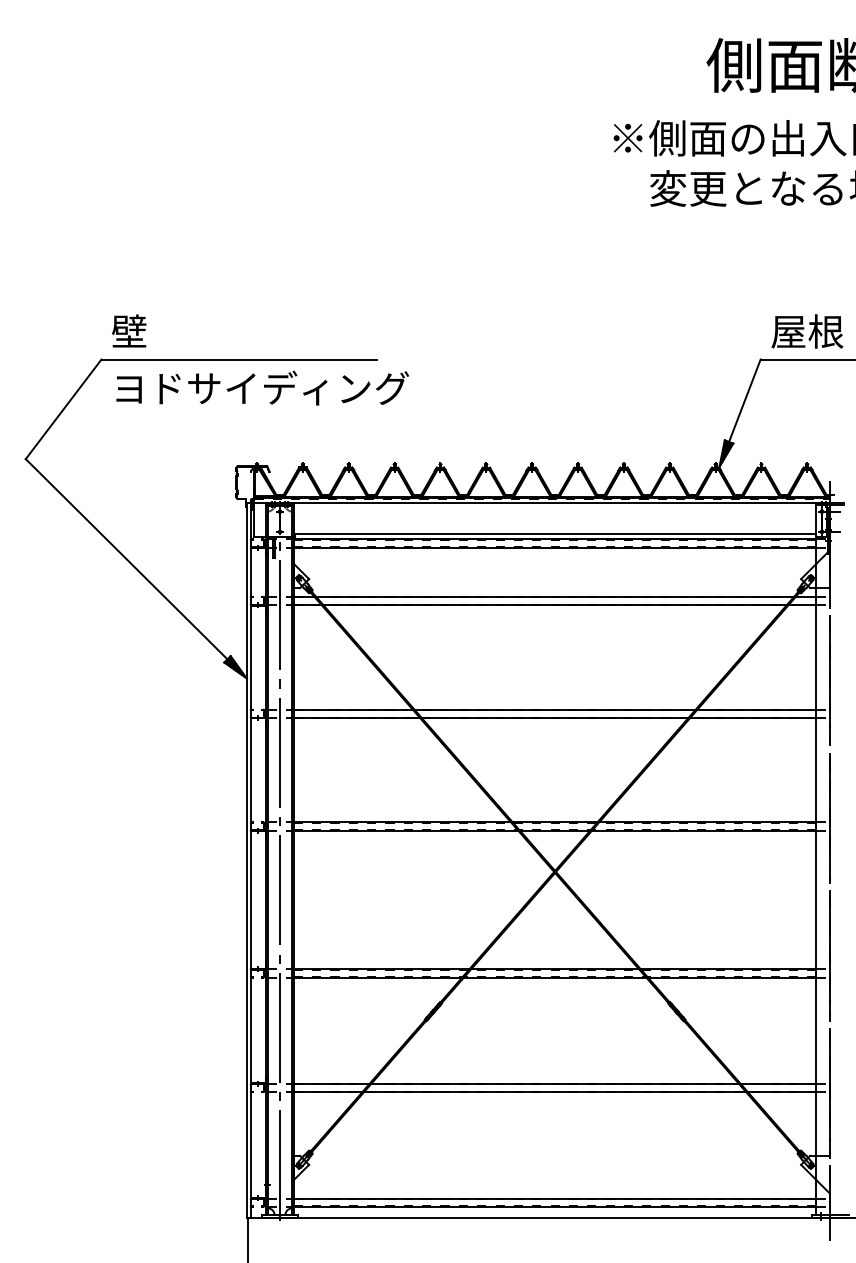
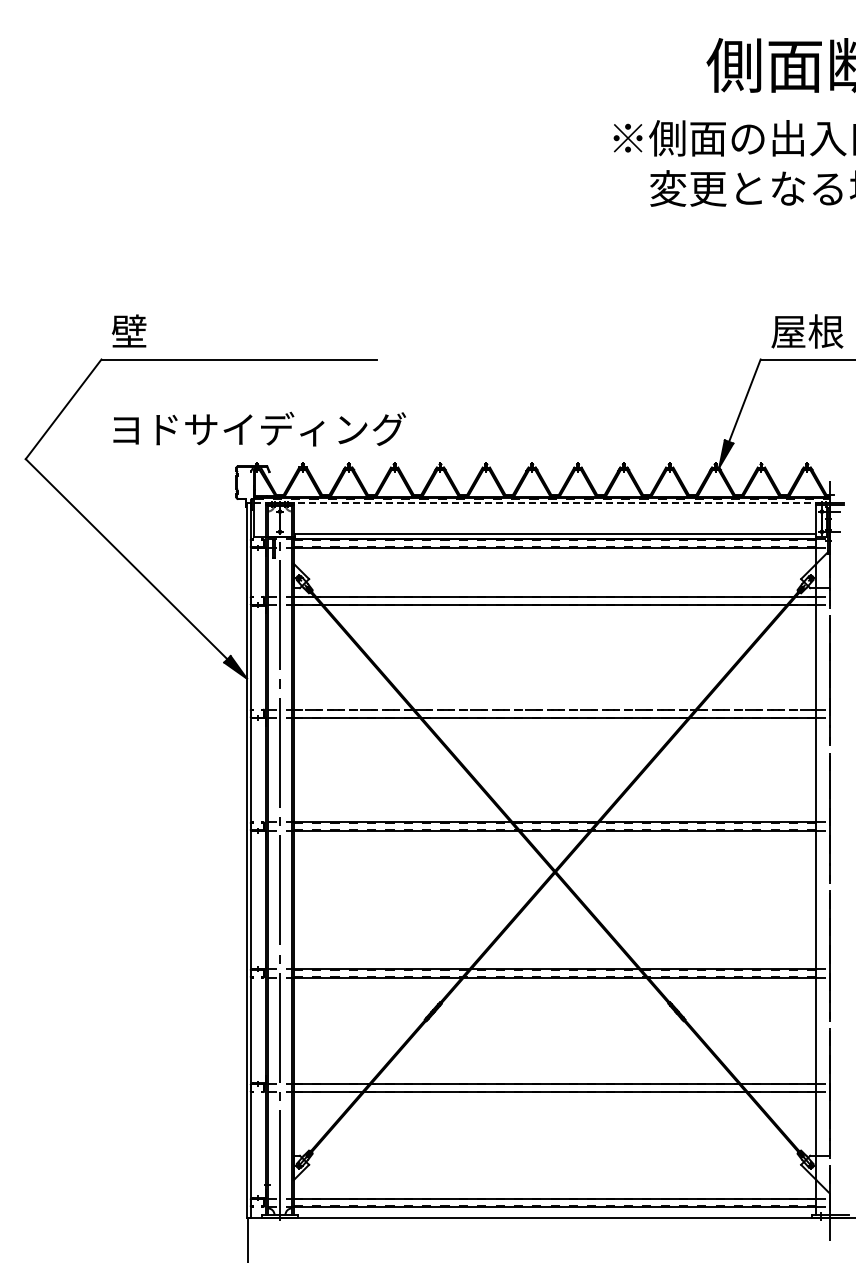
text at (262, 387) position: (262, 387) -> (259, 428)
line at (542, 503): solid -> dashed
line at (555, 709): solid -> dashed
